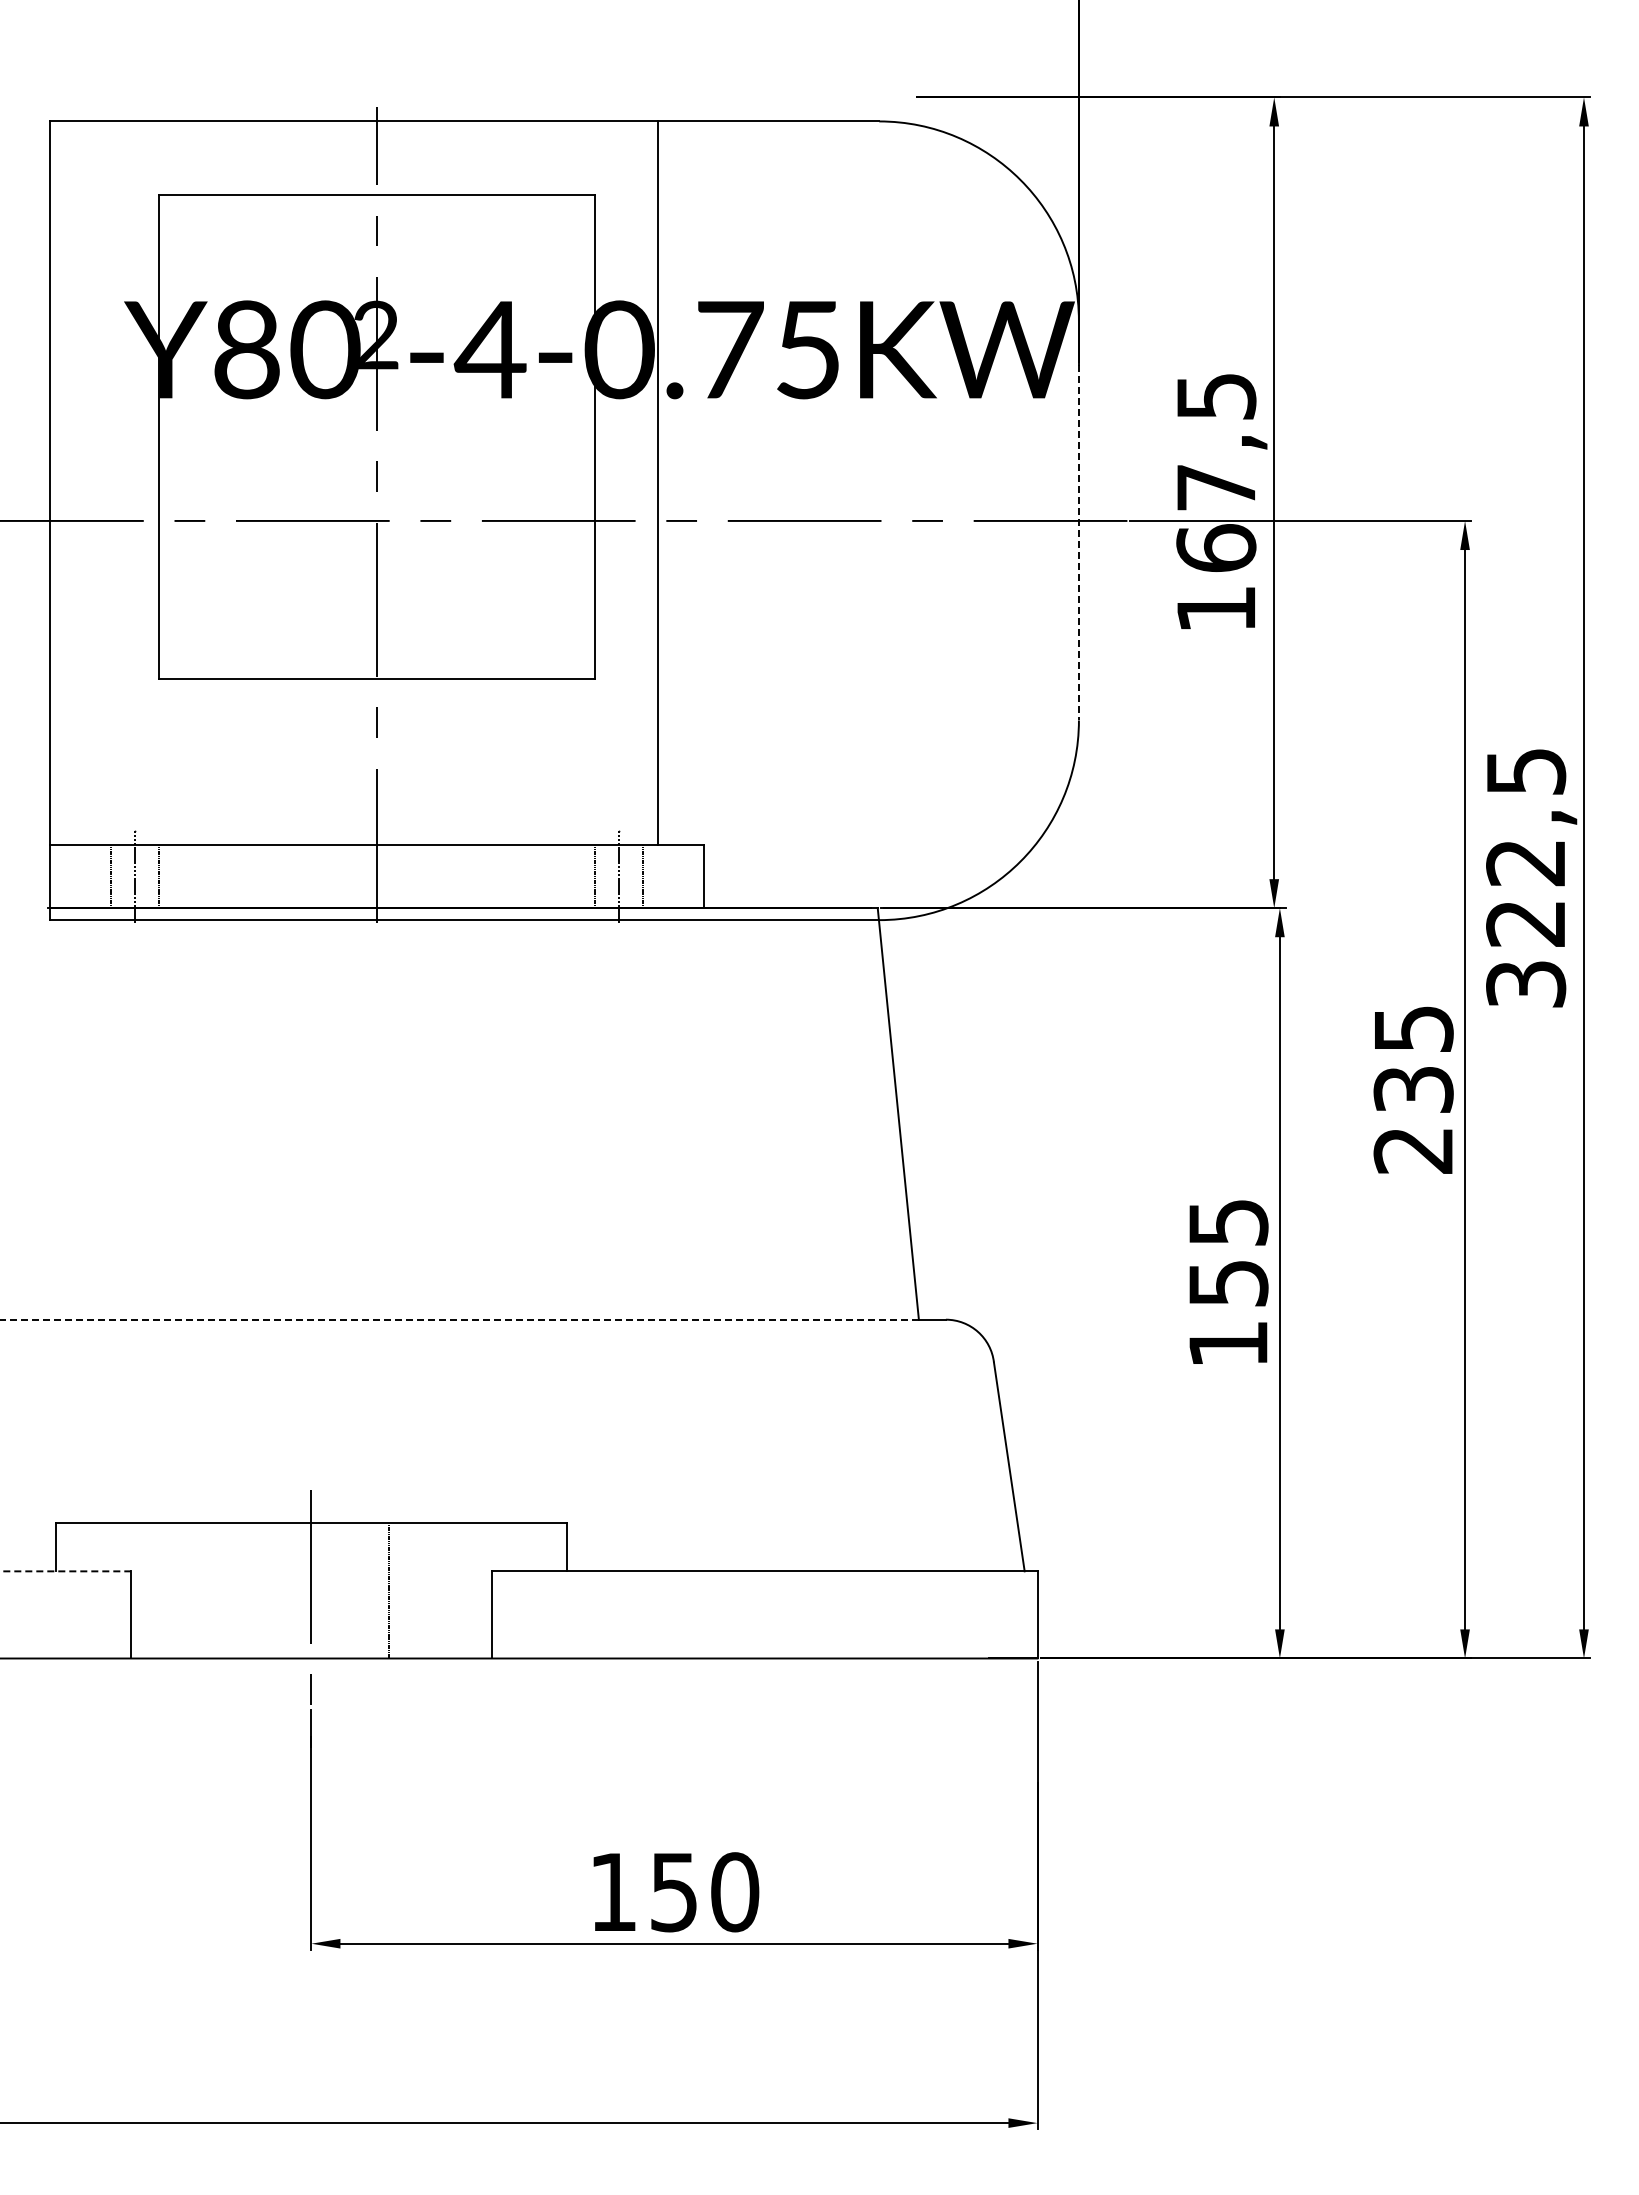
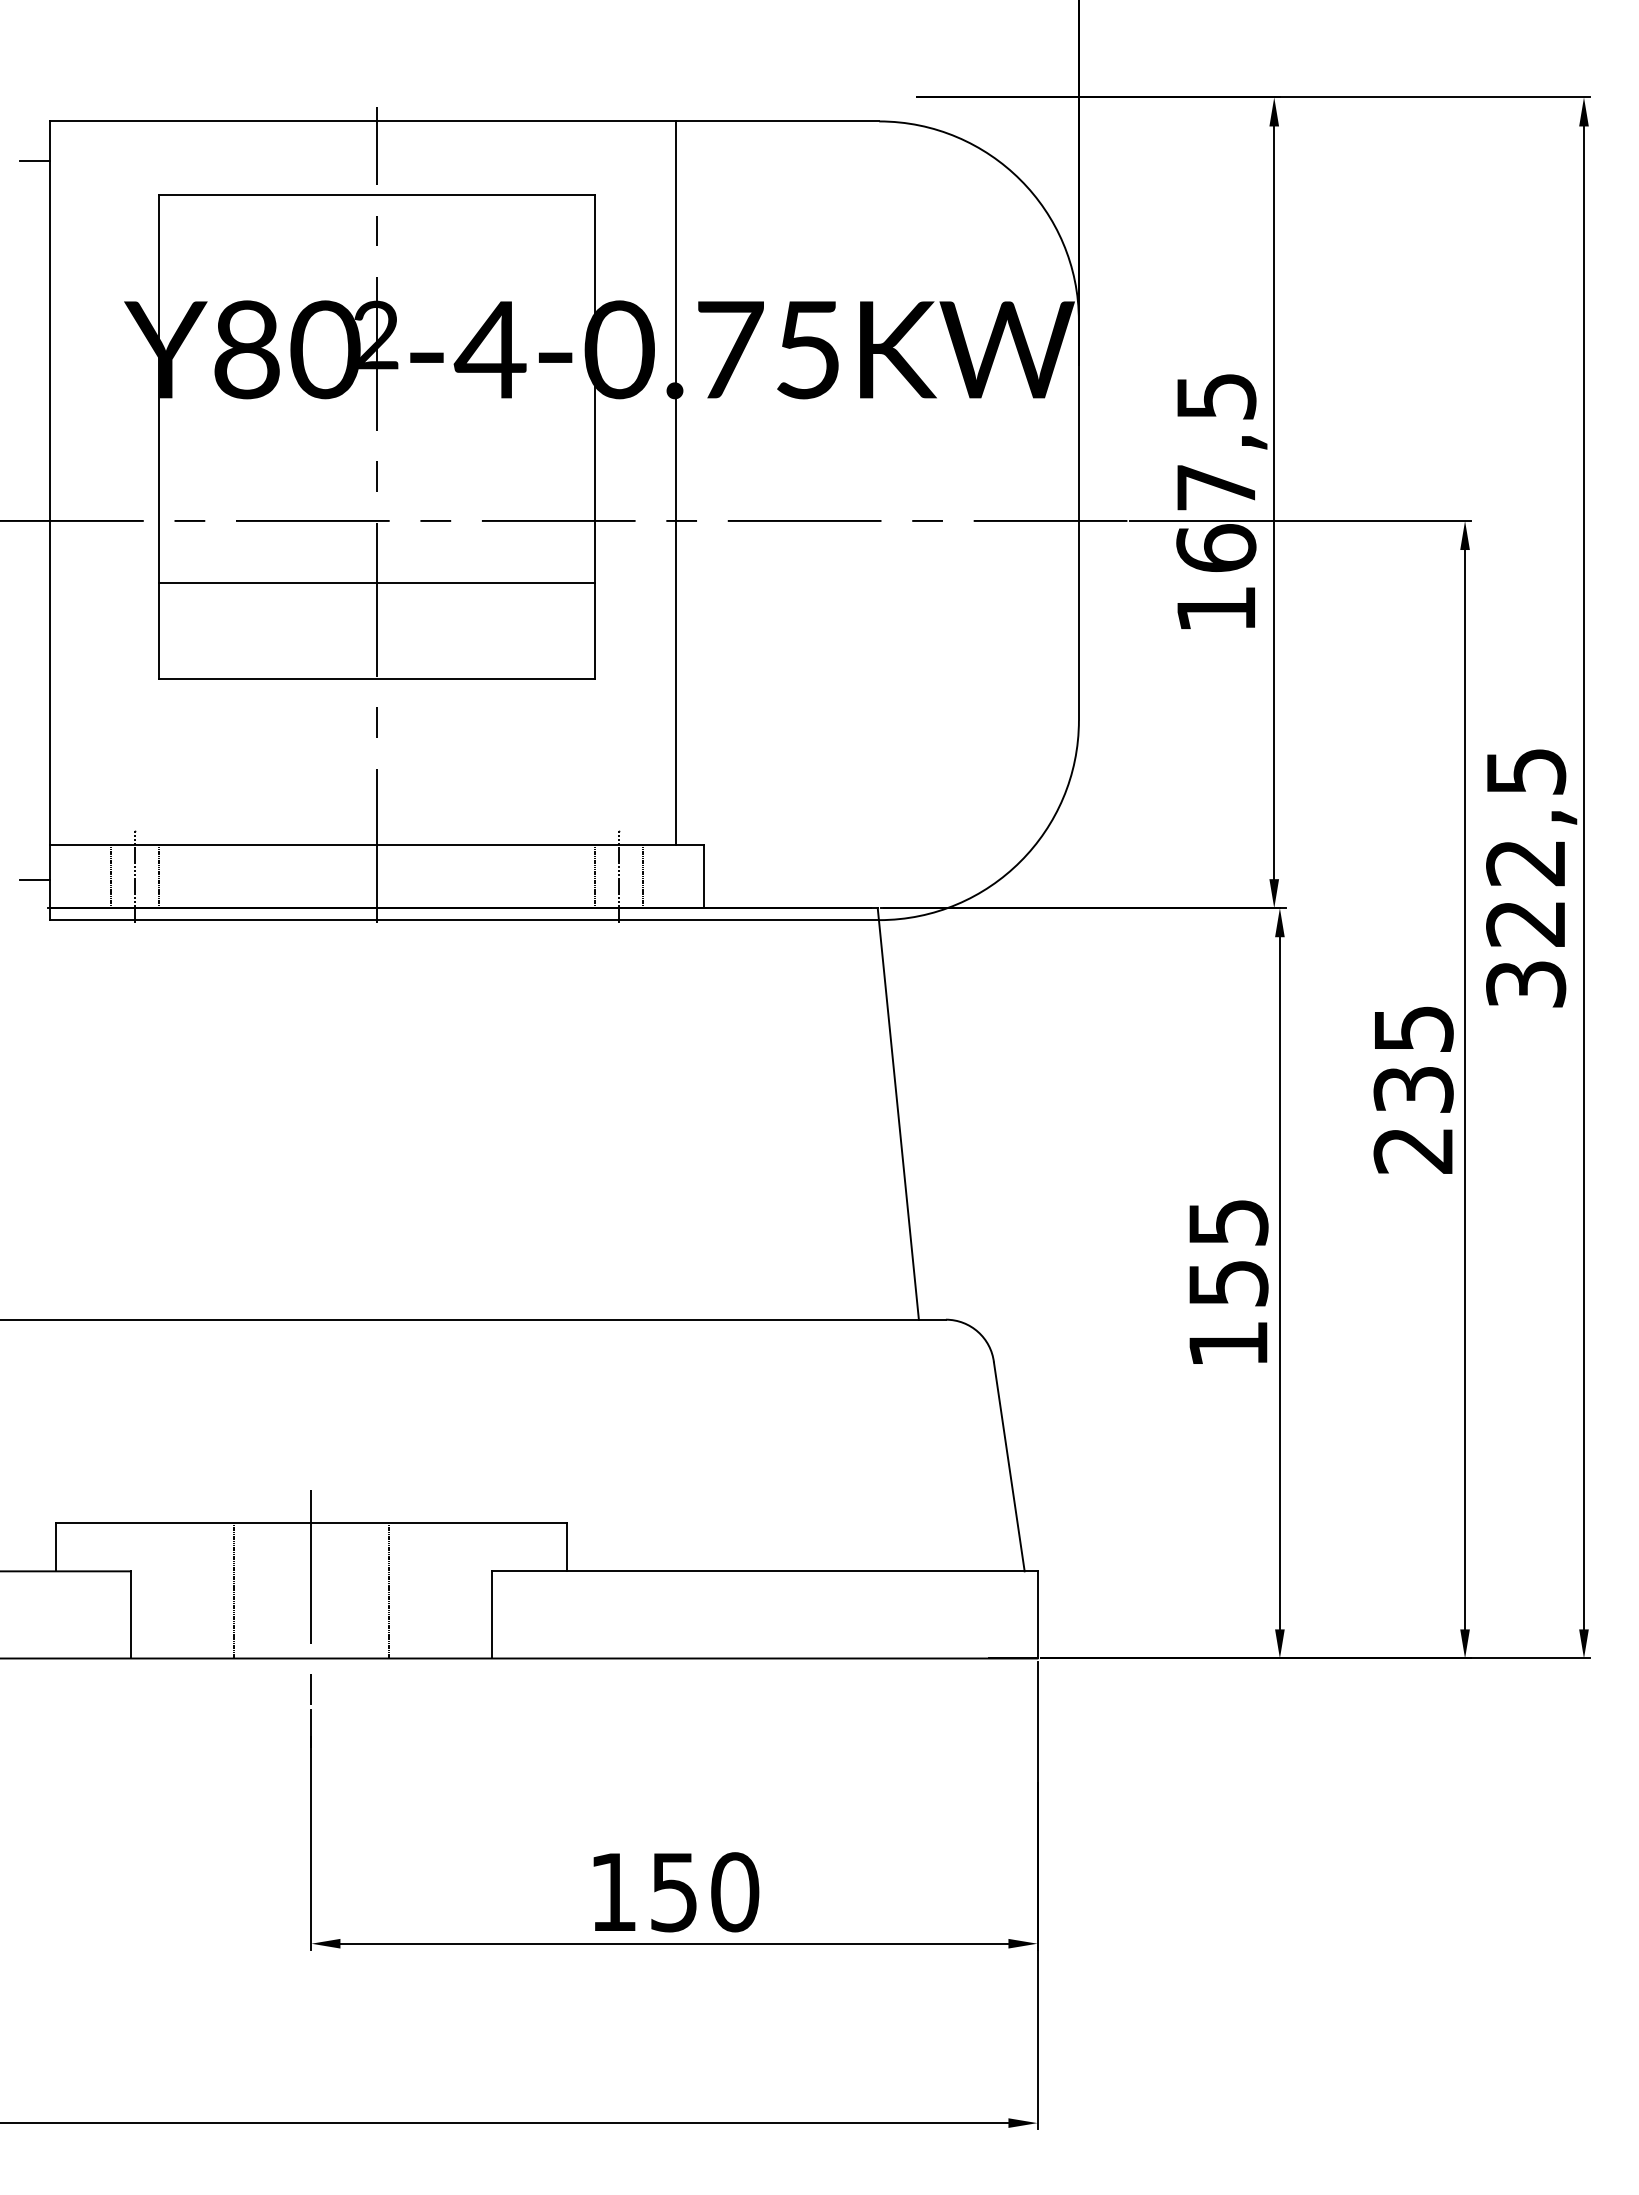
line at (35, 161): none -> present
line at (657, 483) position: (657, 483) -> (675, 483)
line at (1078, 520): dashed -> solid
line at (376, 583): none -> present
line at (35, 880): none -> present
line at (459, 1319): dashed -> solid
line at (66, 1571): dashed -> solid
line at (233, 1590): none -> present
